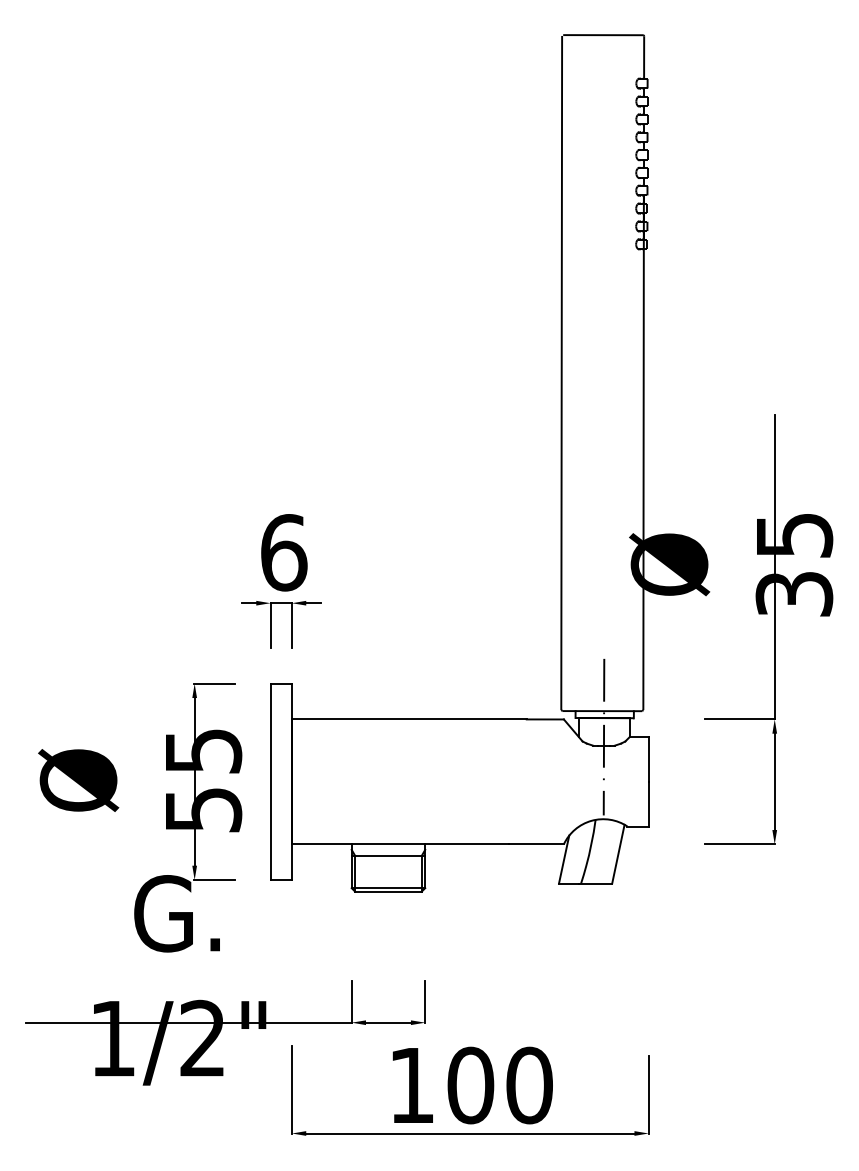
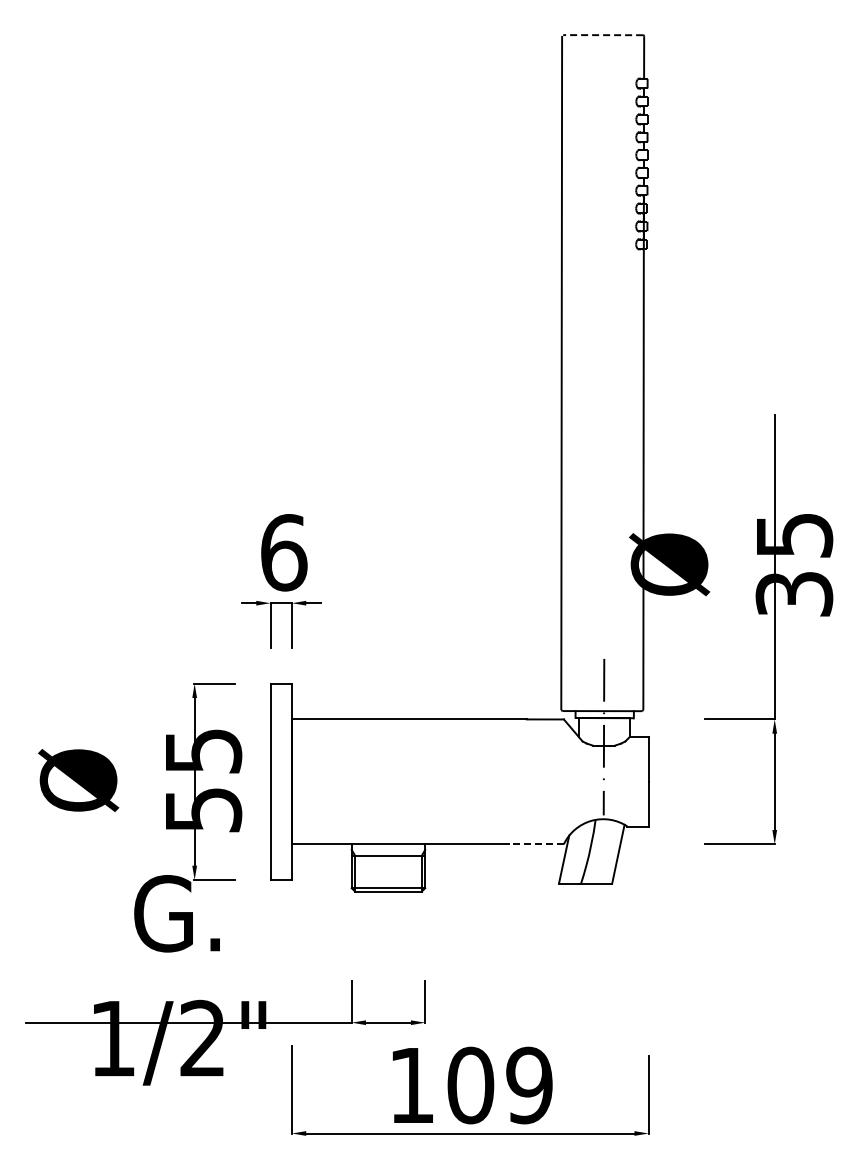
line at (603, 35): solid -> dashed
line at (536, 844): solid -> dashed
text at (529, 1085): 100 -> 109
